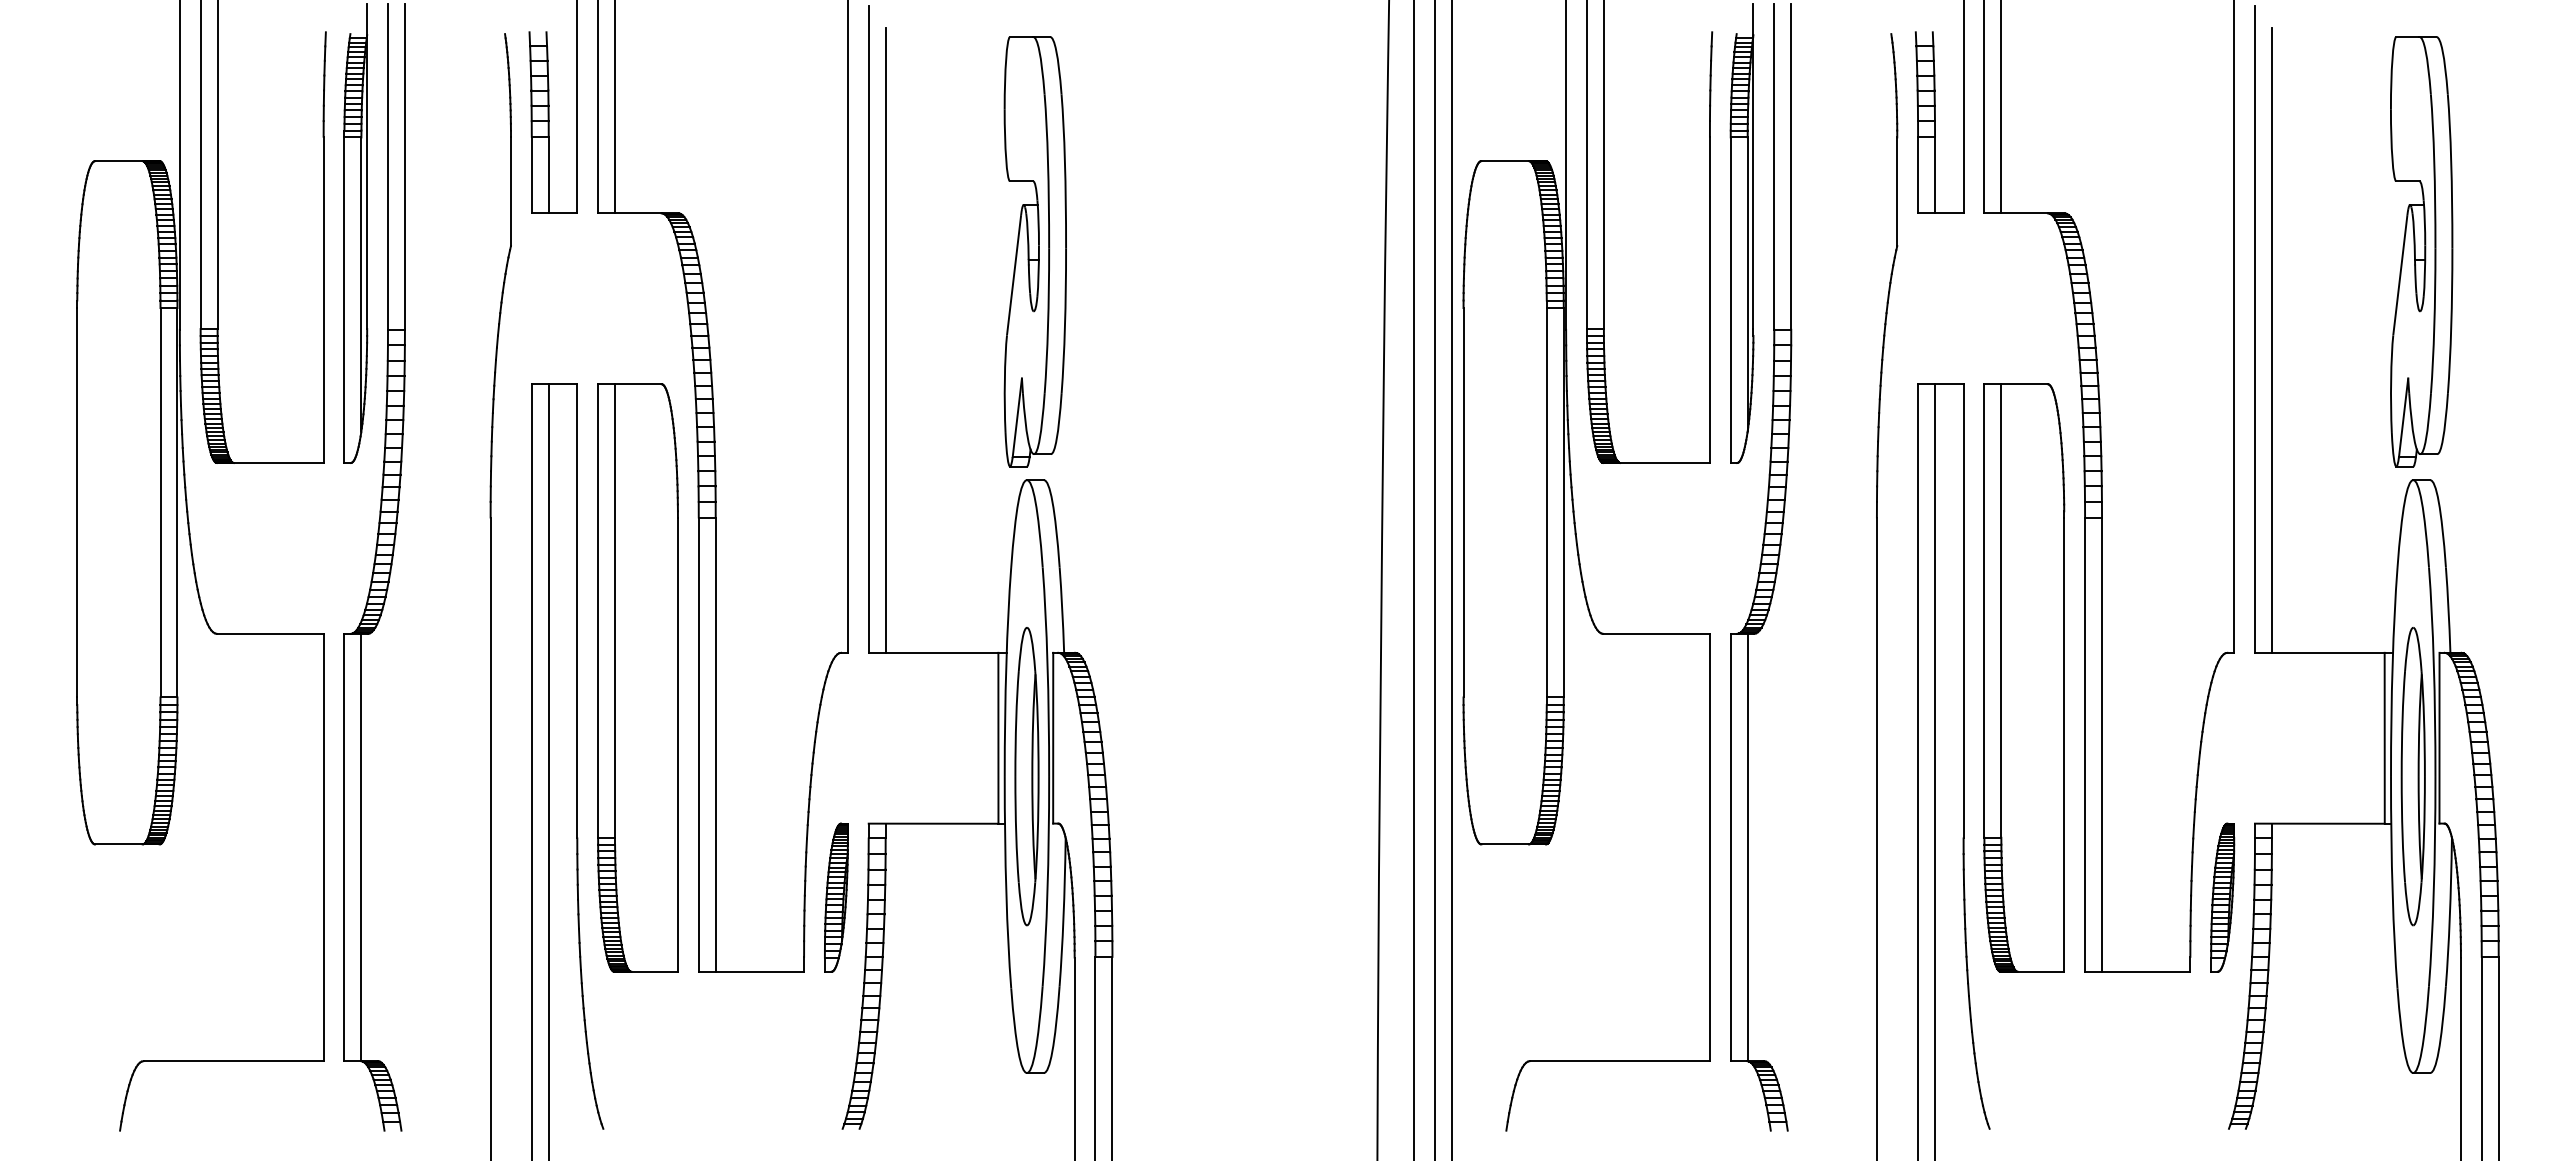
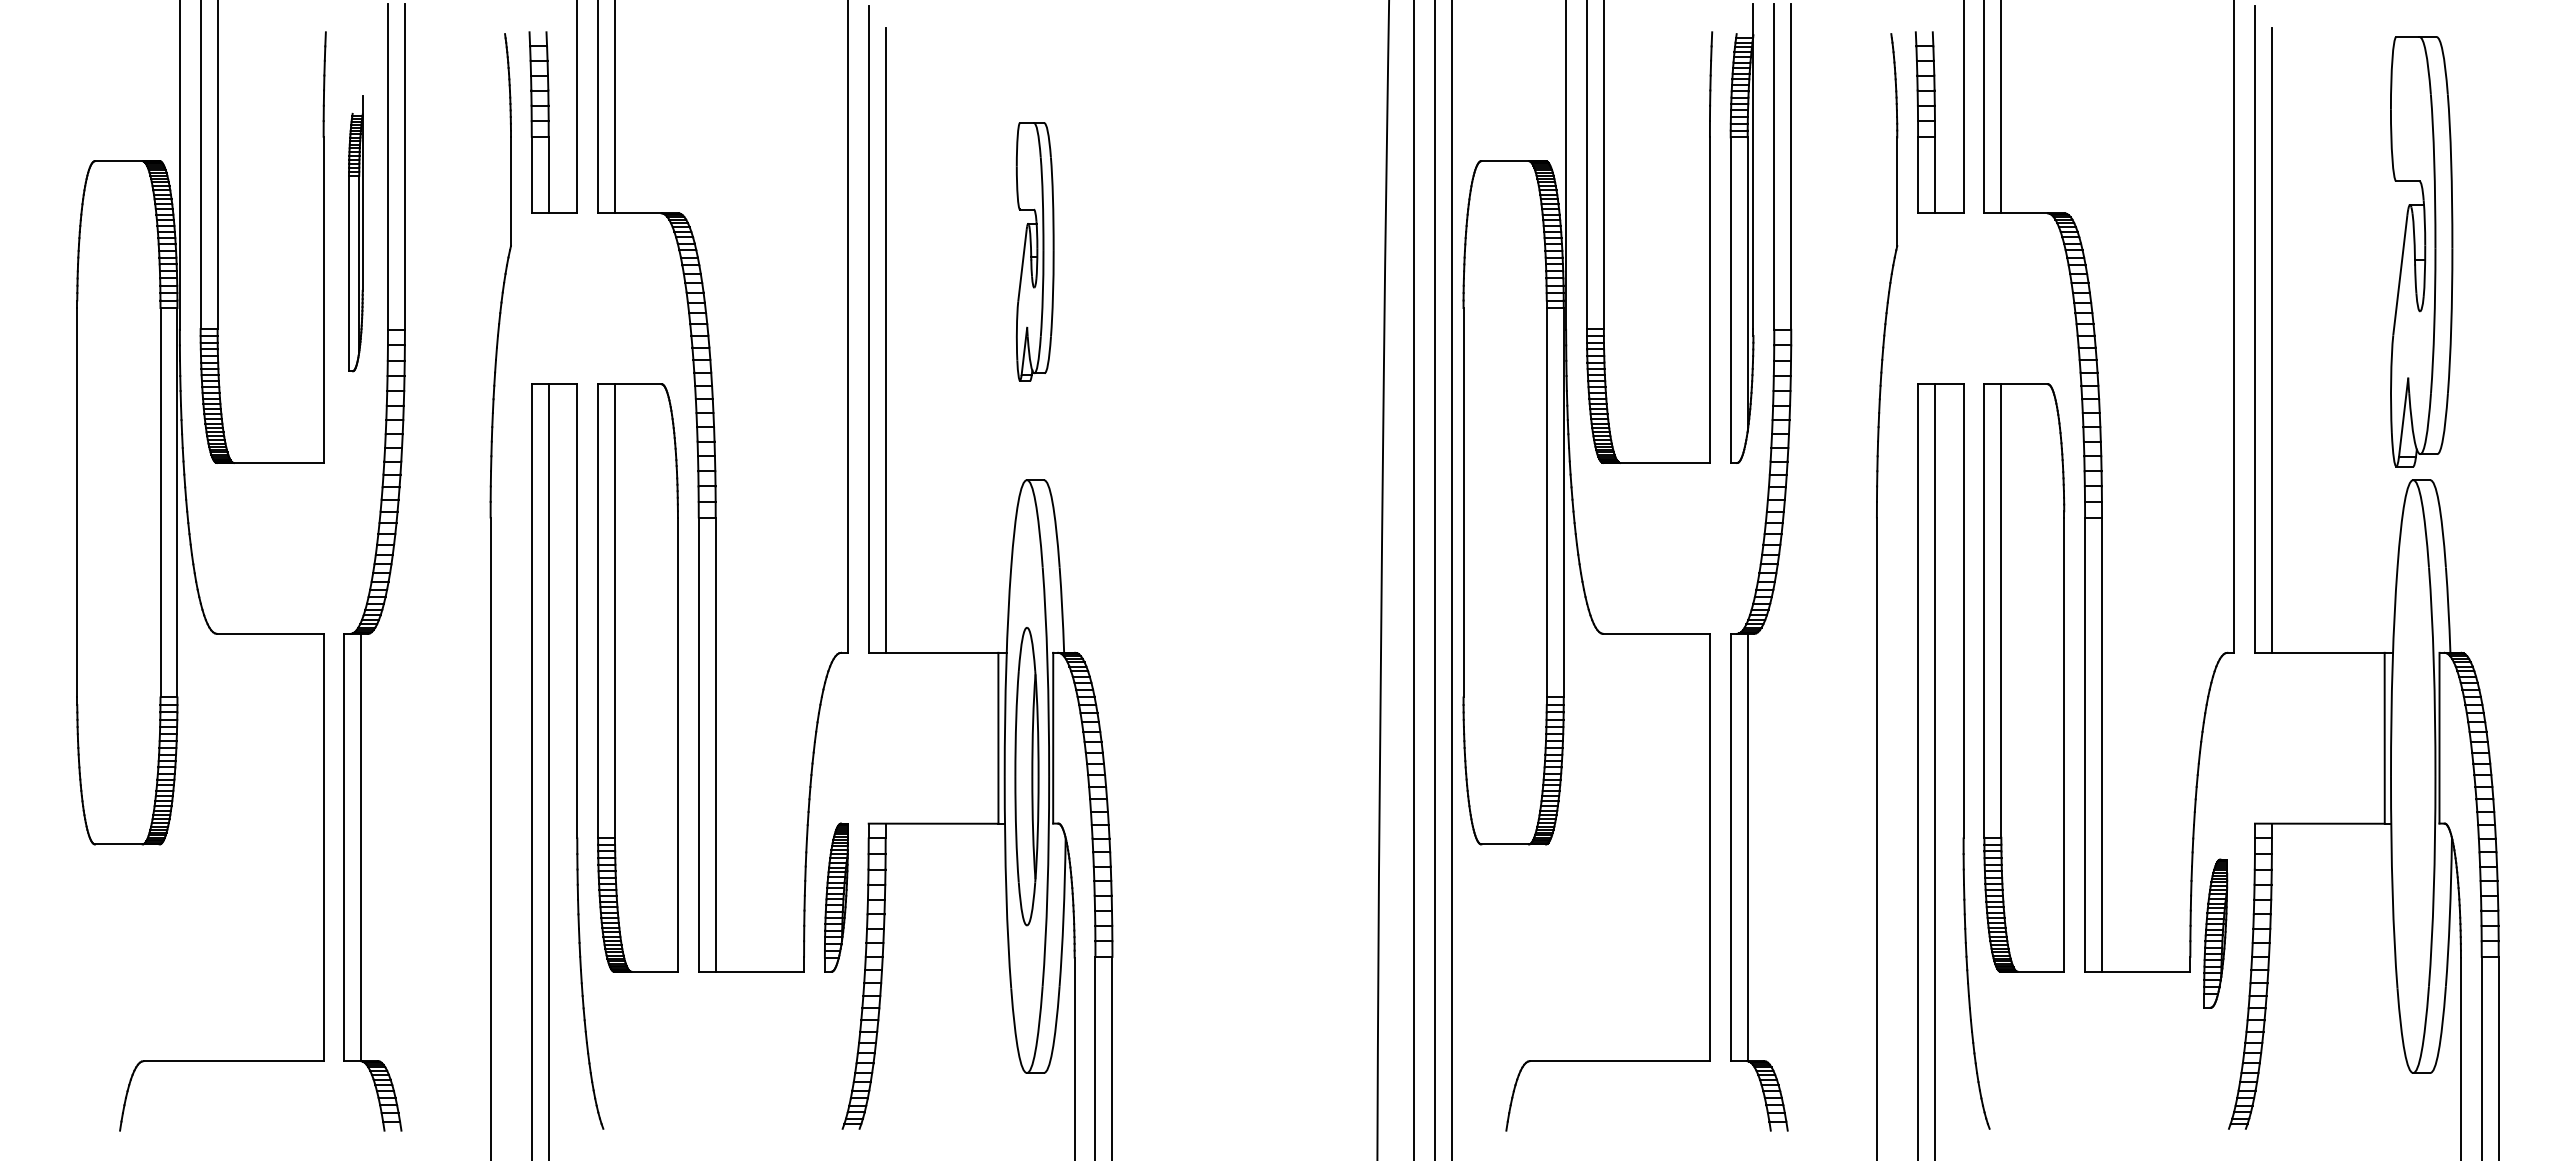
part at (355, 233) size: 26x461 px -> 16x278 px
part at (1034, 251) size: 64x432 px -> 40x260 px
part at (2412, 776): present -> none
part at (2222, 897) position: (2222, 897) -> (2215, 933)
